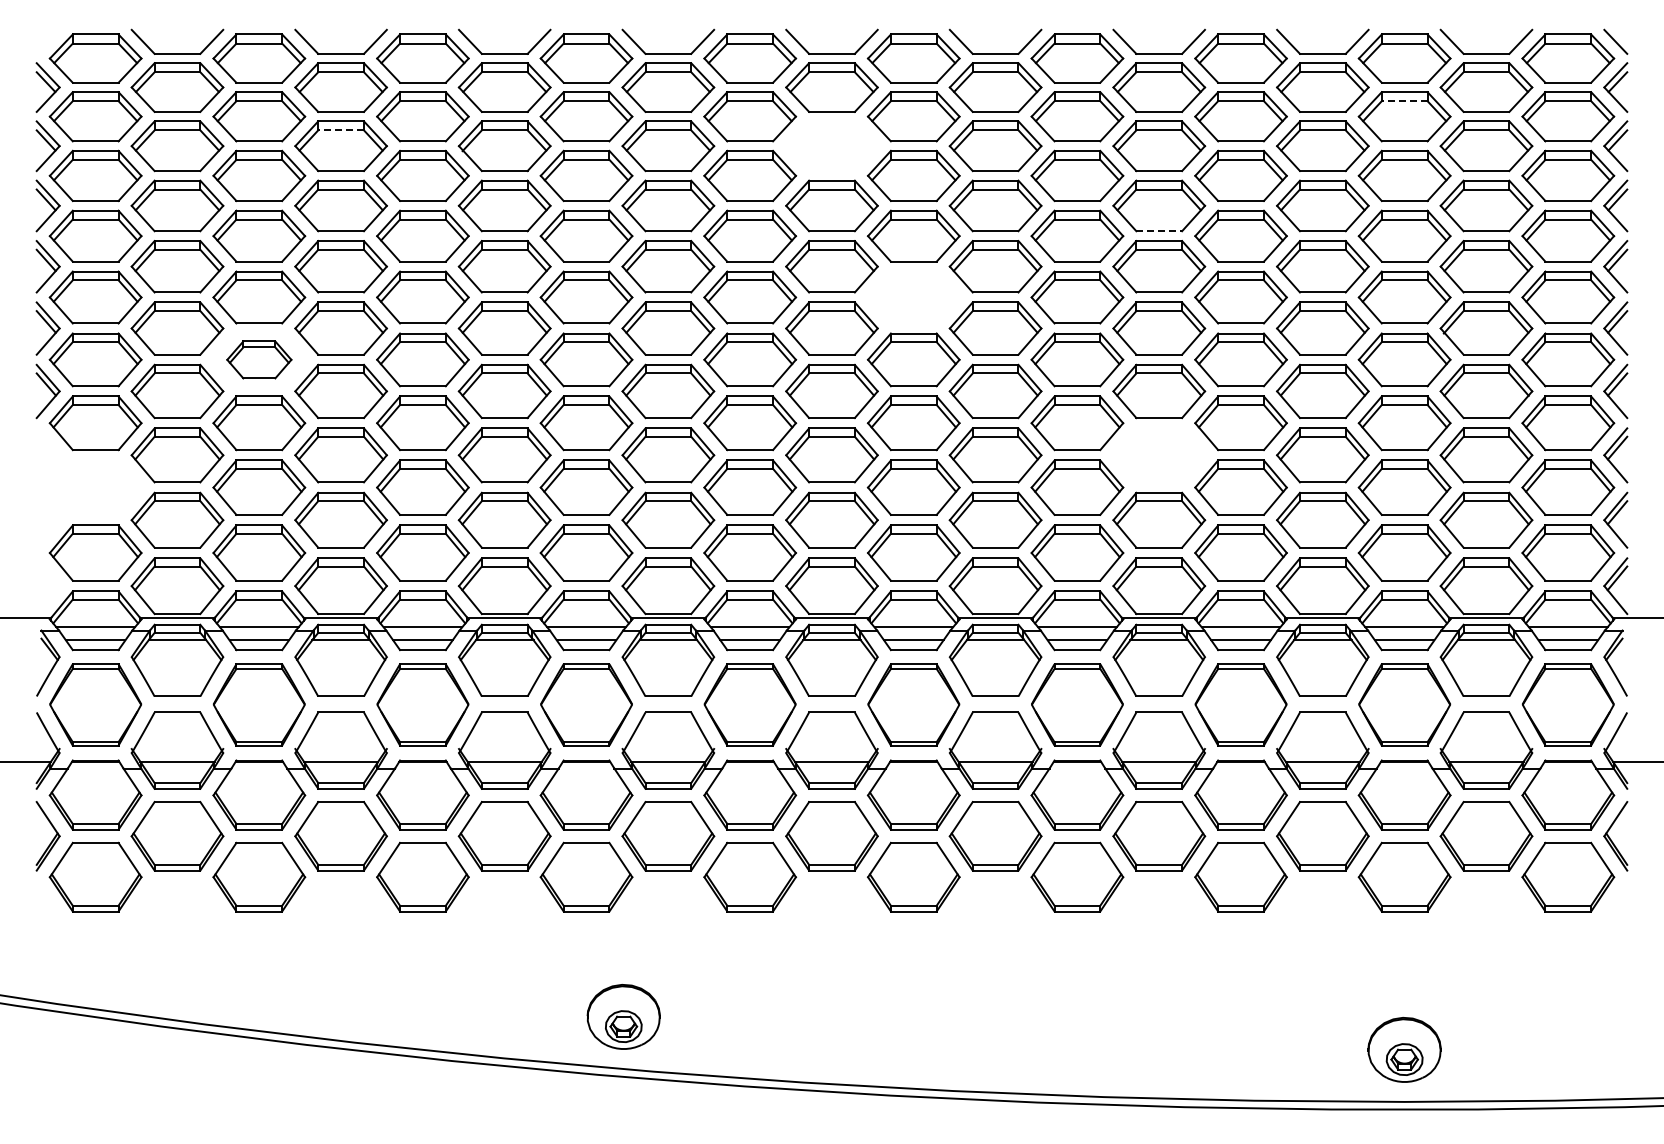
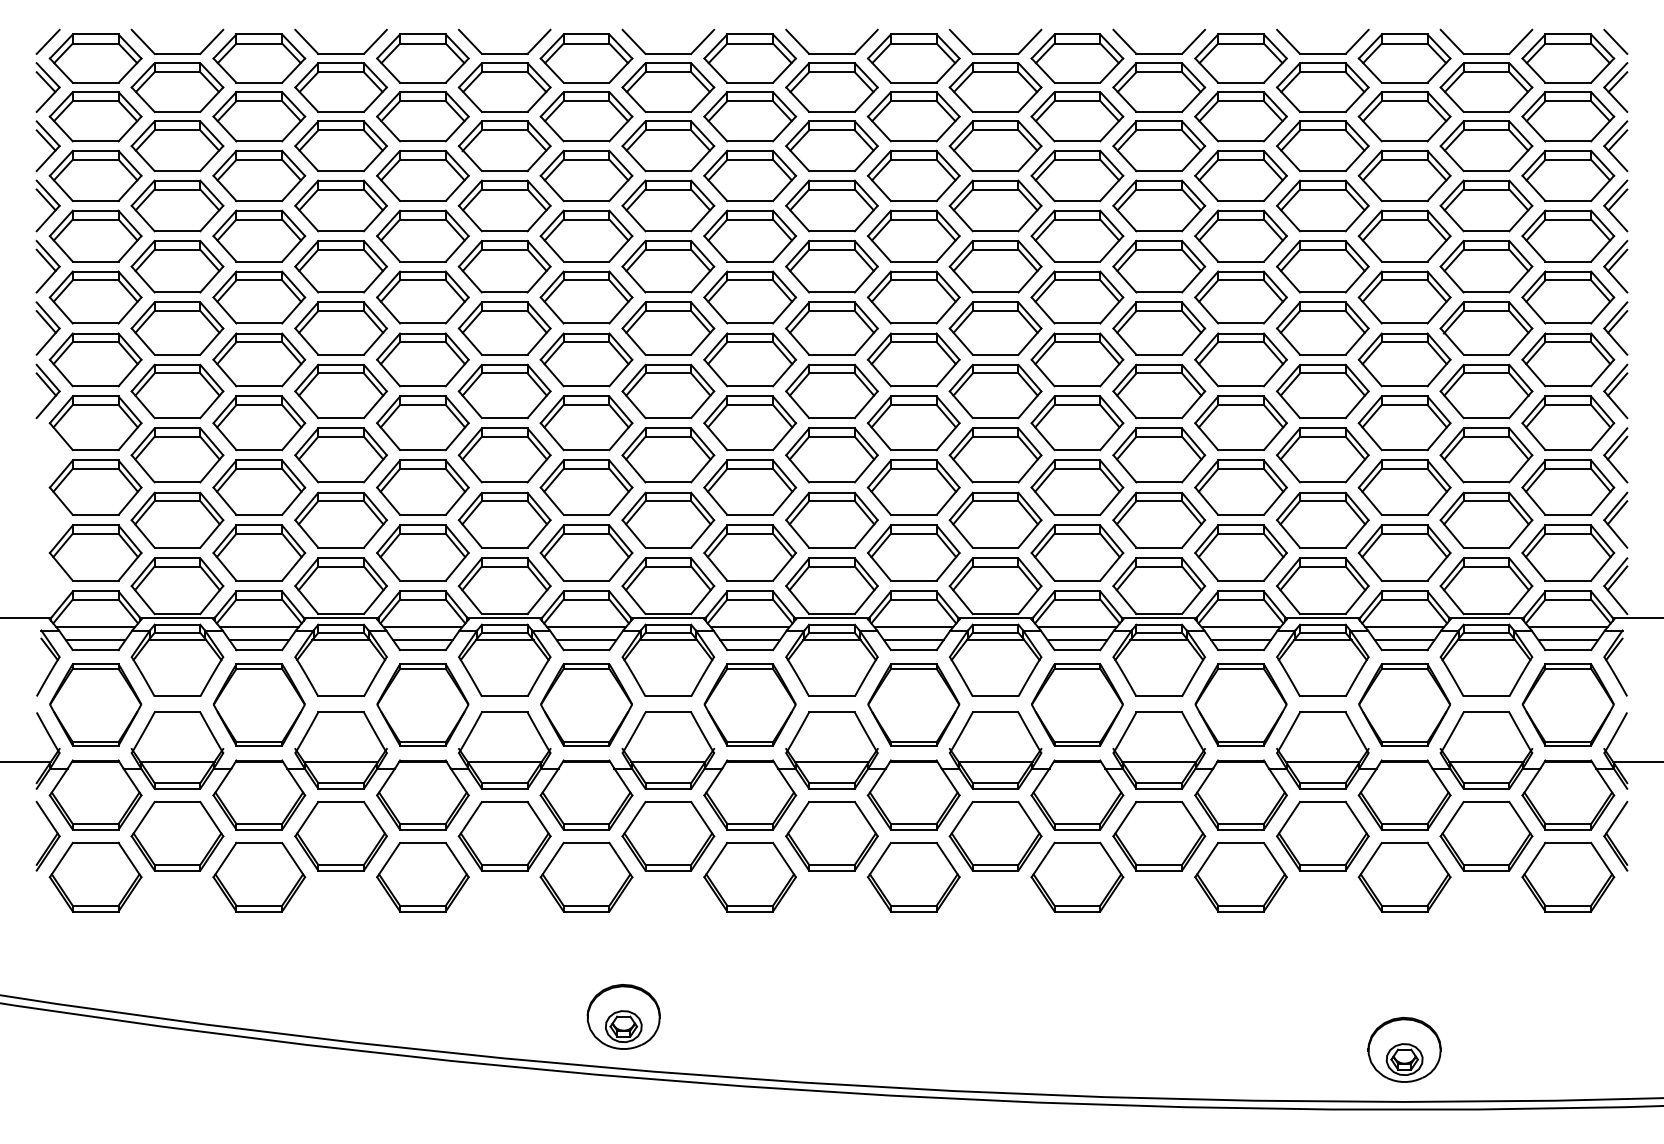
line at (47, 41): none -> present
line at (1404, 101): dashed -> solid
line at (341, 130): dashed -> solid
part at (831, 145): none -> present
line at (1159, 231): dashed -> solid
part at (913, 297): none -> present
part at (259, 359) size: 67x40 px -> 95x56 px
part at (1159, 455): none -> present
part at (95, 487): none -> present
